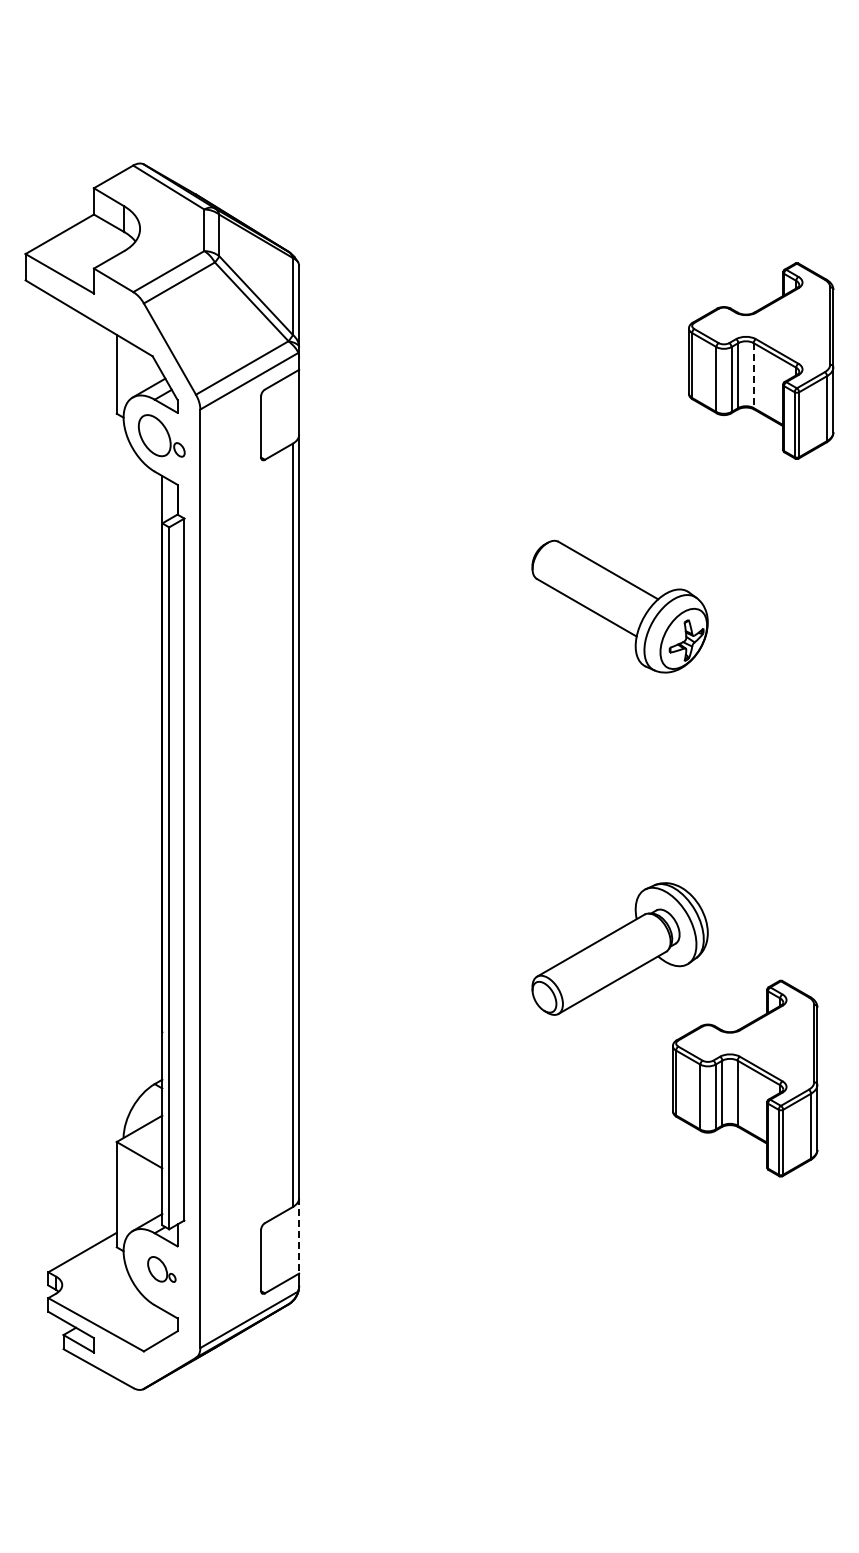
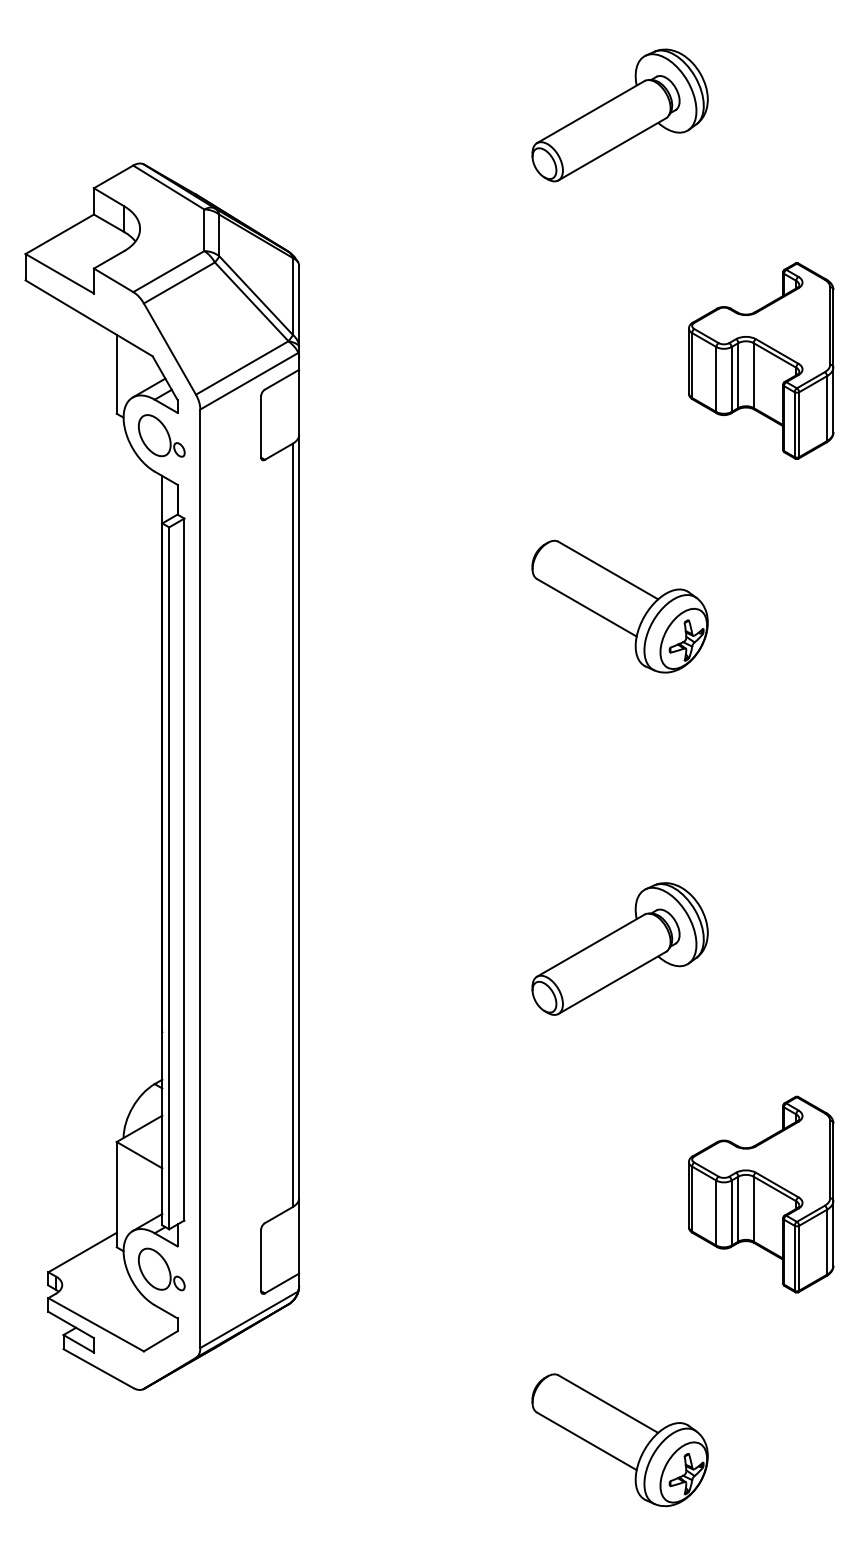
part at (619, 115): none -> present
line at (753, 376): dashed -> solid
part at (745, 1078) position: (745, 1078) -> (761, 1194)
line at (299, 1235): dashed -> solid
part at (161, 1269) size: 30x27 px -> 48x45 px
part at (619, 1440): none -> present
